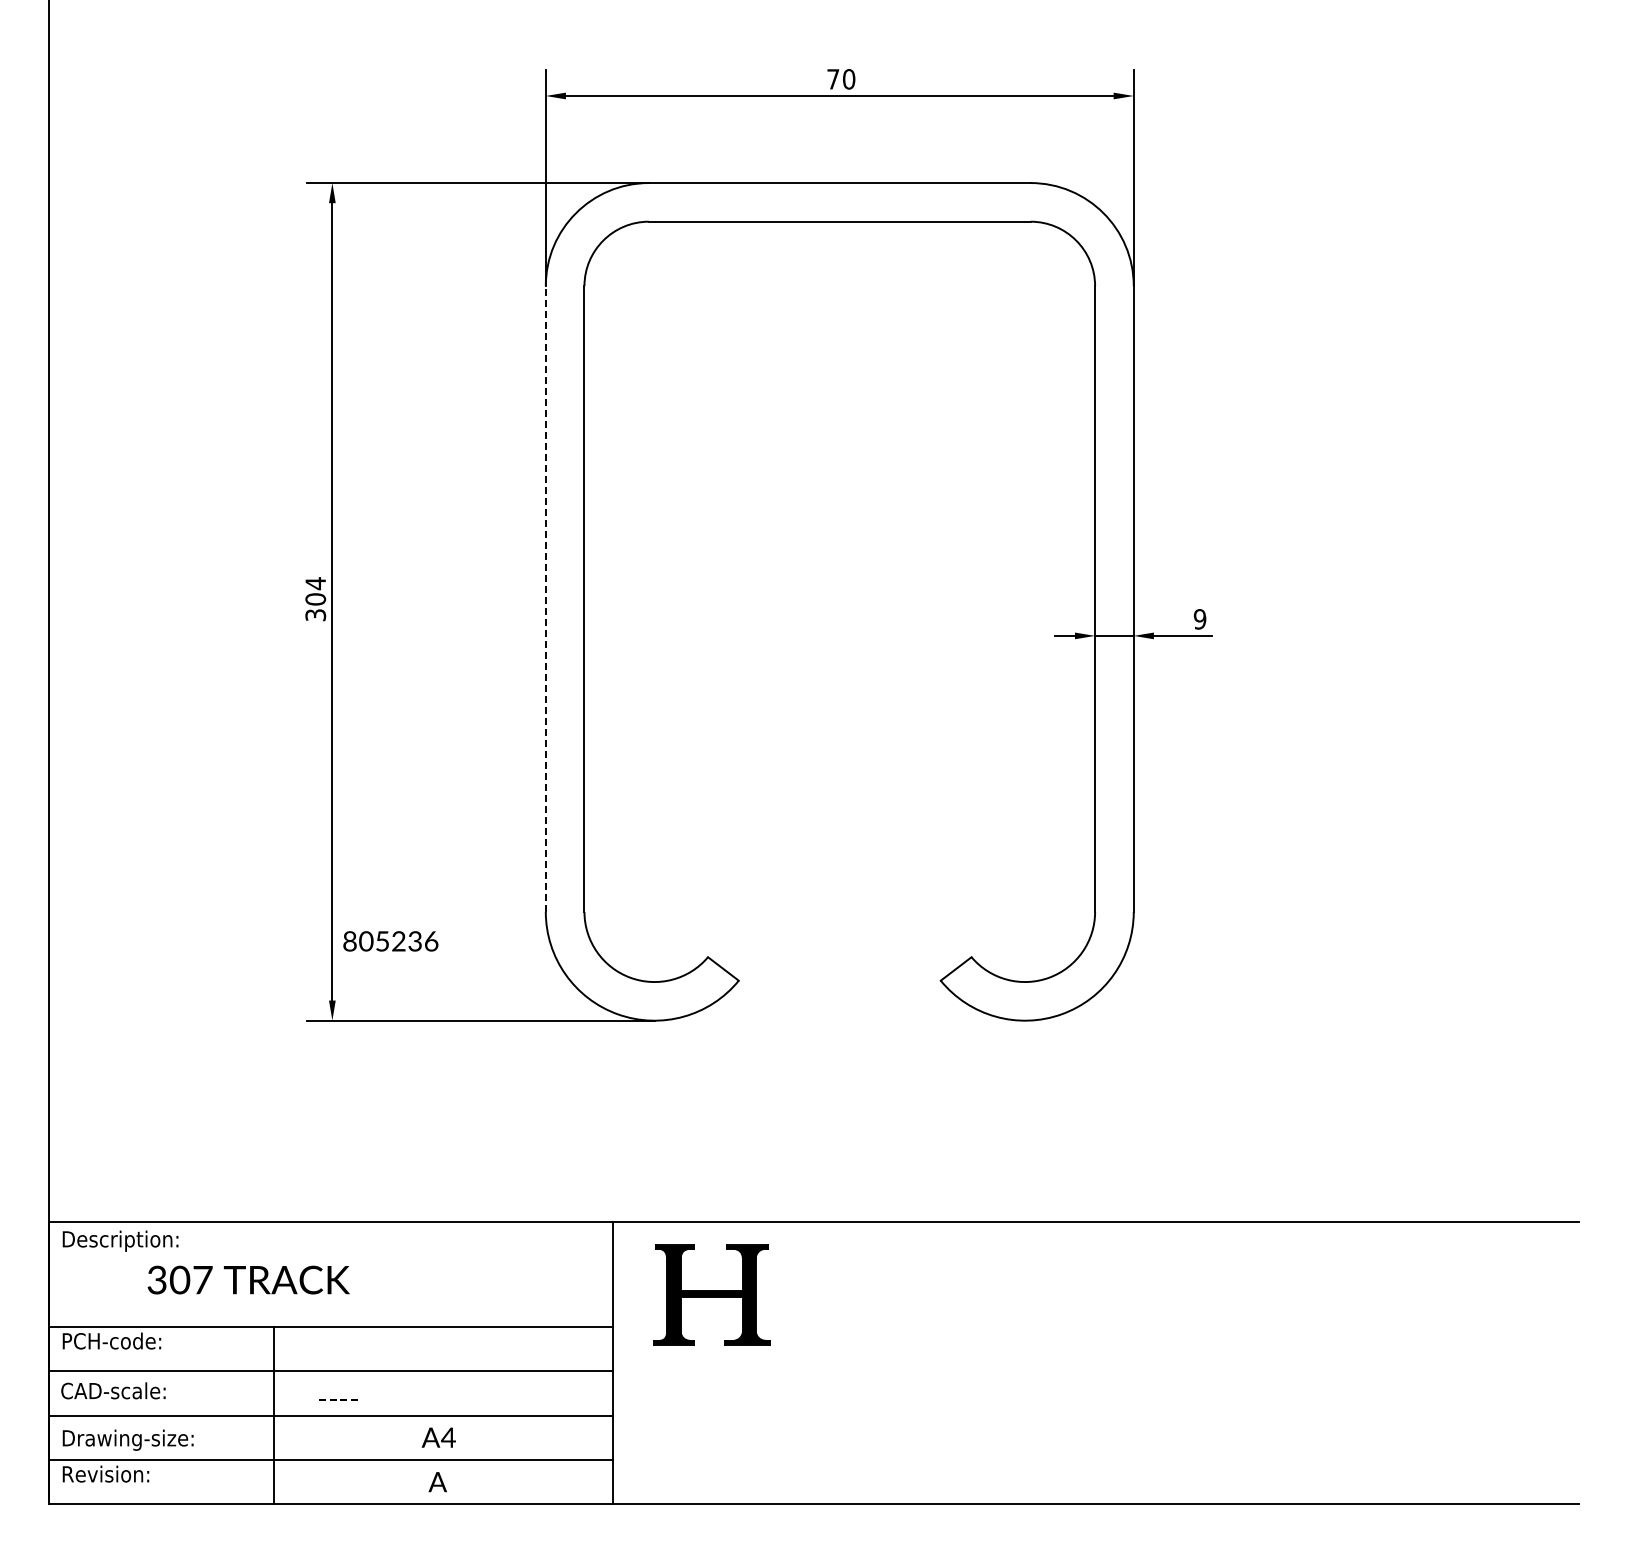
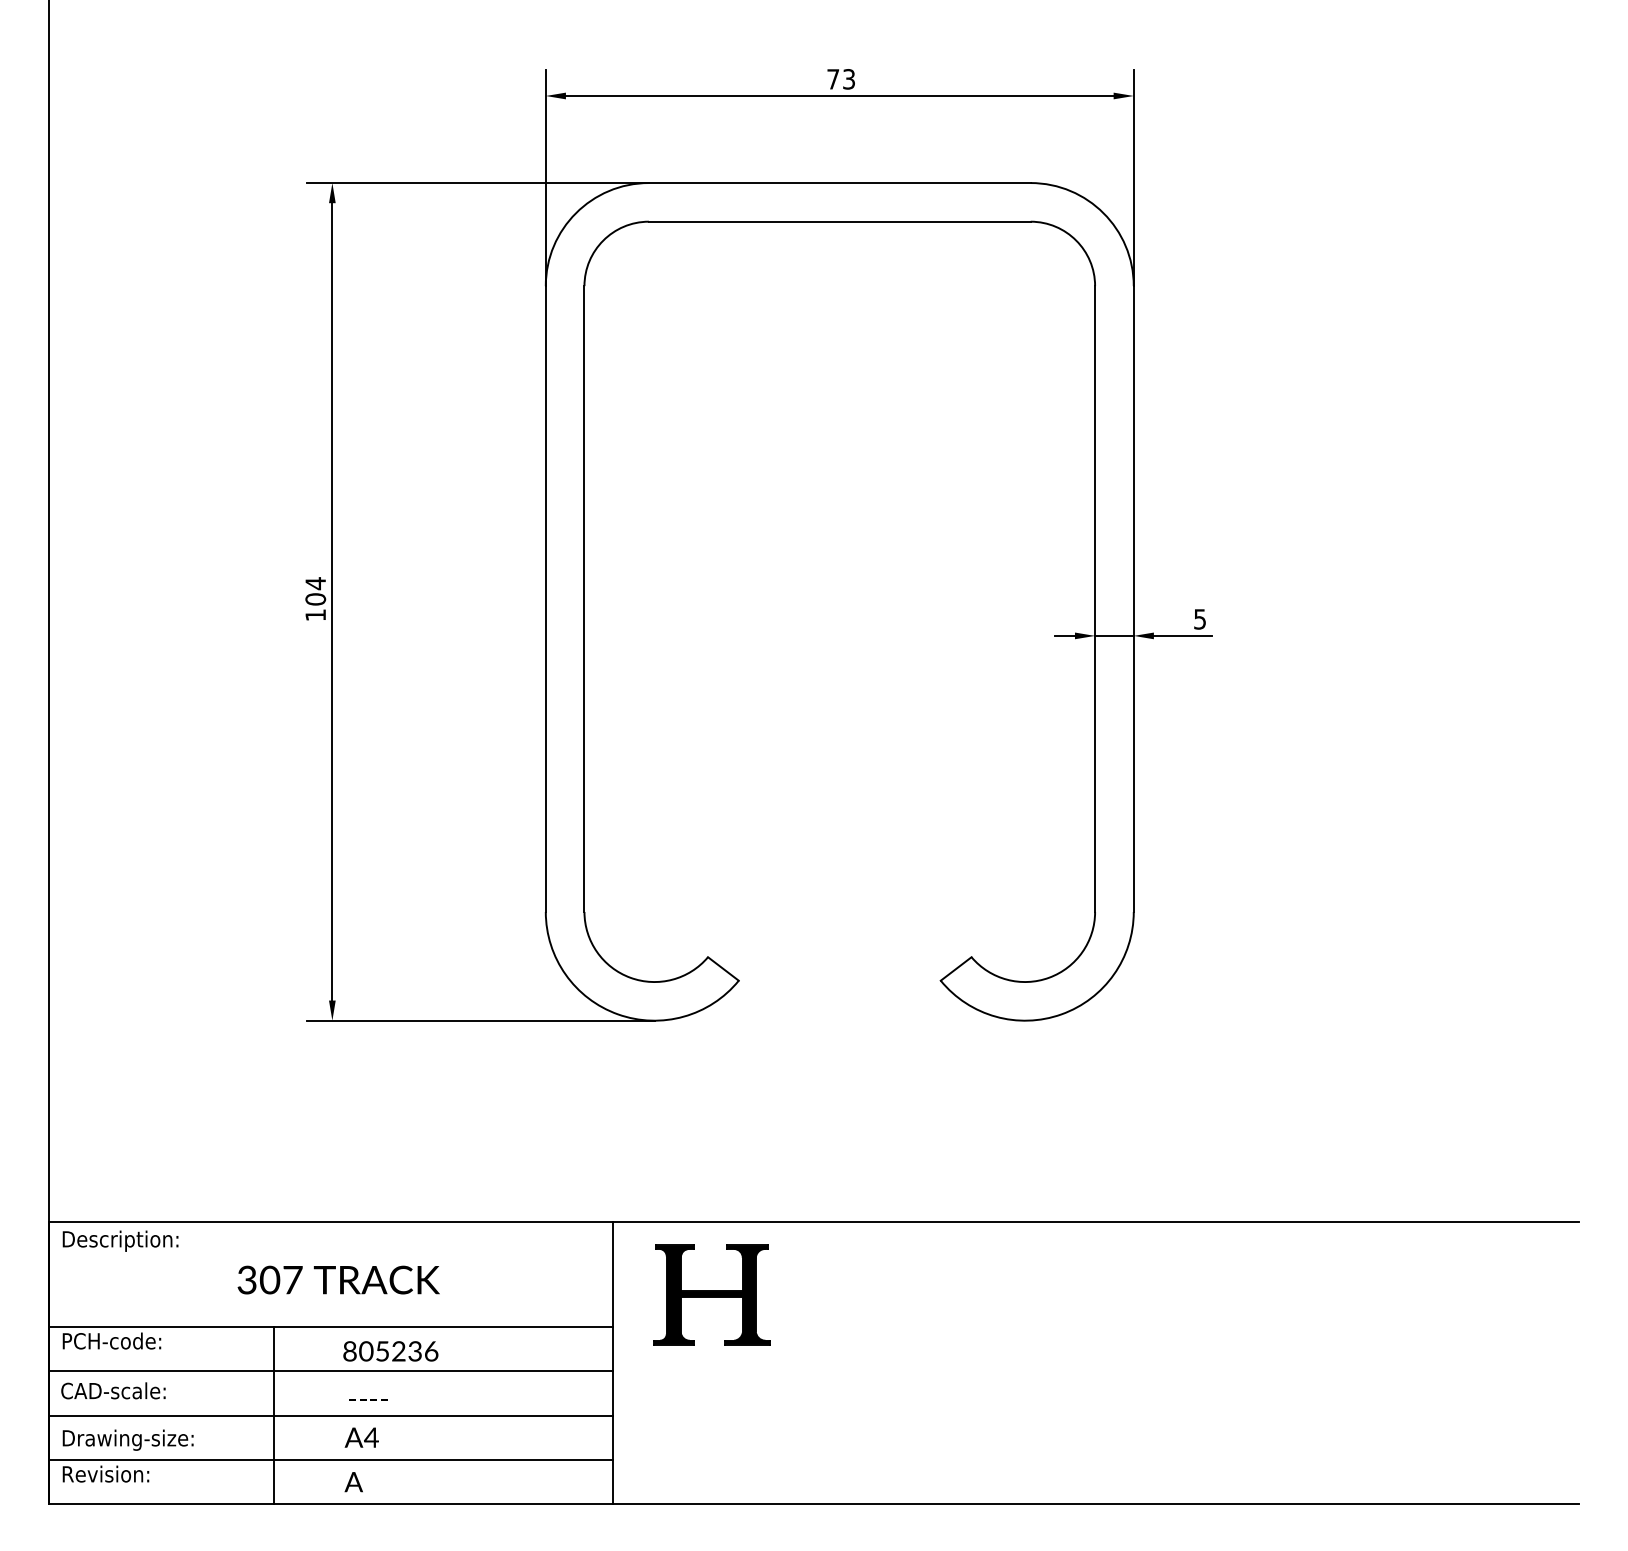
text at (849, 79): 70 -> 73
line at (545, 599): dashed -> solid
text at (315, 615): 304 -> 104
text at (1199, 619): 9 -> 5
text at (390, 941) position: (390, 941) -> (390, 1351)
text at (248, 1279) position: (248, 1279) -> (338, 1279)
text at (338, 1399) position: (338, 1399) -> (368, 1399)
text at (438, 1437) position: (438, 1437) -> (361, 1437)
text at (437, 1482) position: (437, 1482) -> (353, 1482)
